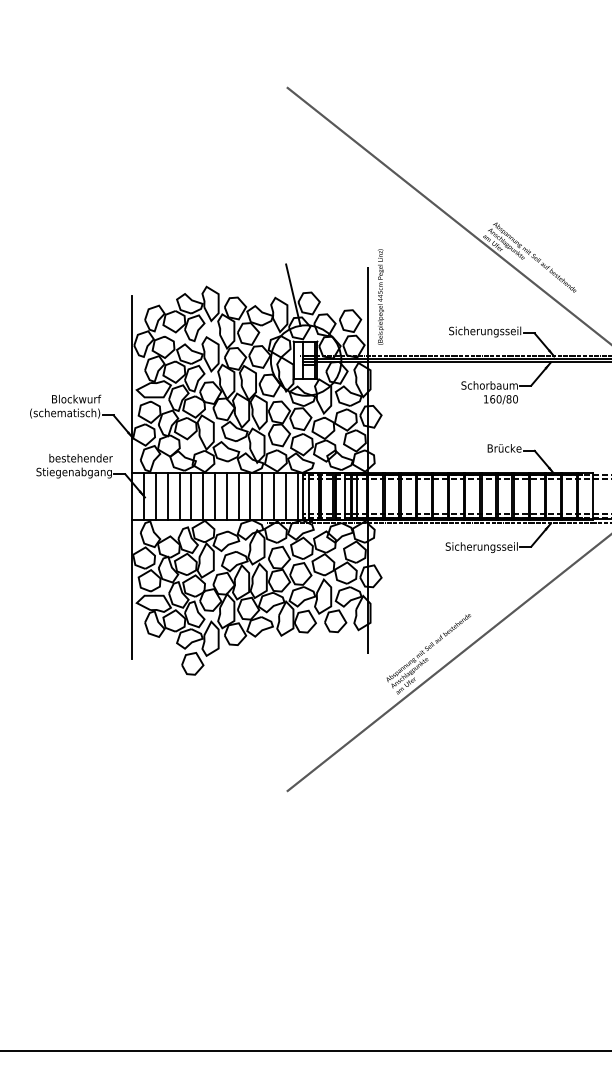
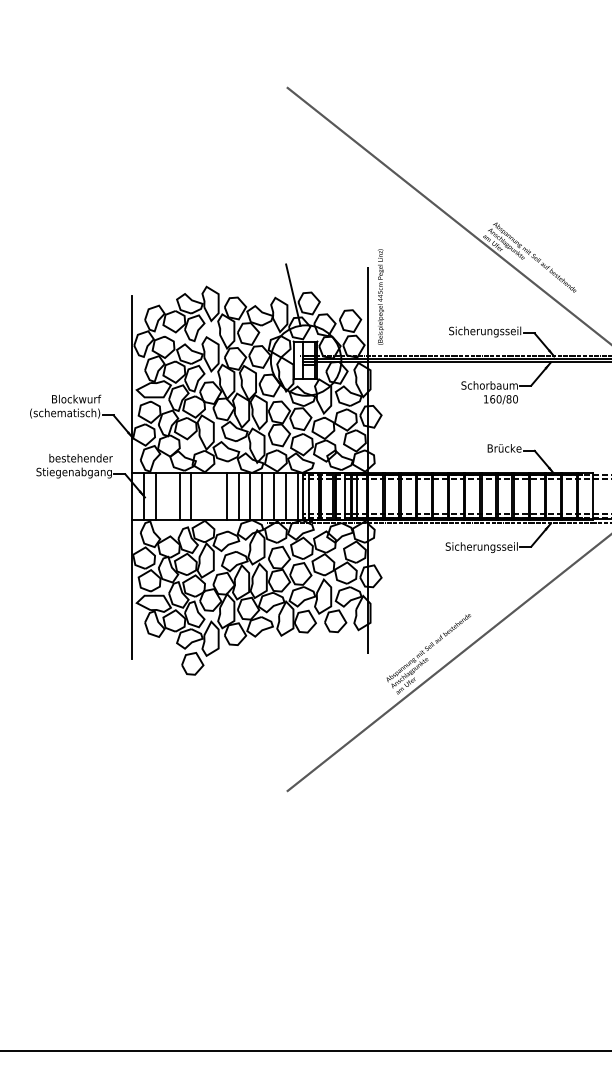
line at (167, 496): present -> none
line at (203, 496): present -> none
line at (215, 496): present -> none
